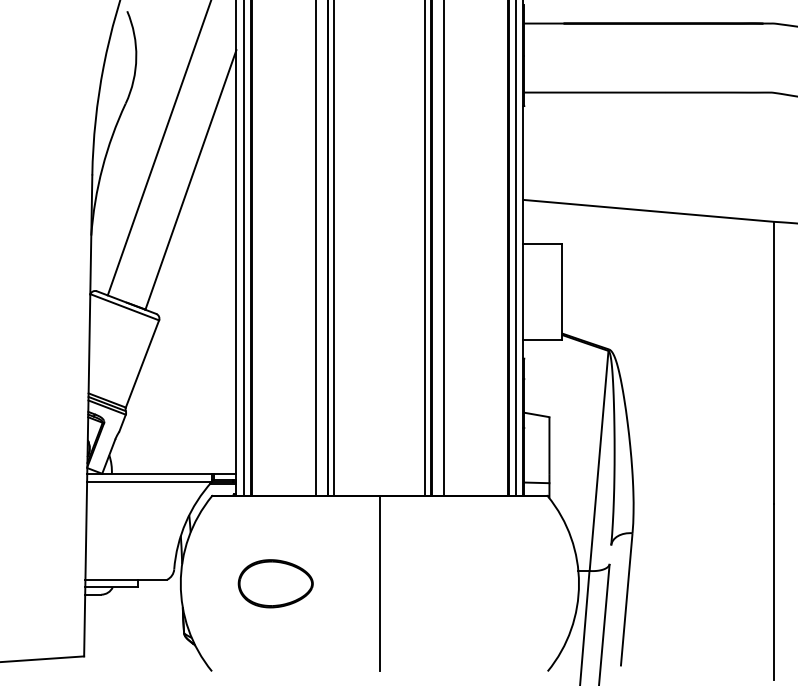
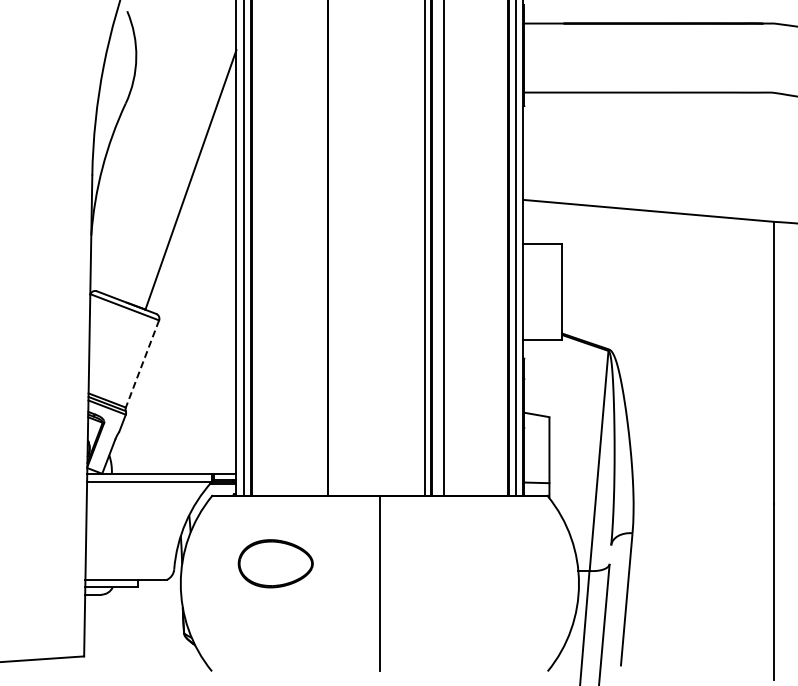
line at (158, 148): present -> none
line at (315, 248): present -> none
line at (334, 248): present -> none
line at (142, 363): solid -> dashed
part at (275, 583) position: (275, 583) -> (275, 563)
